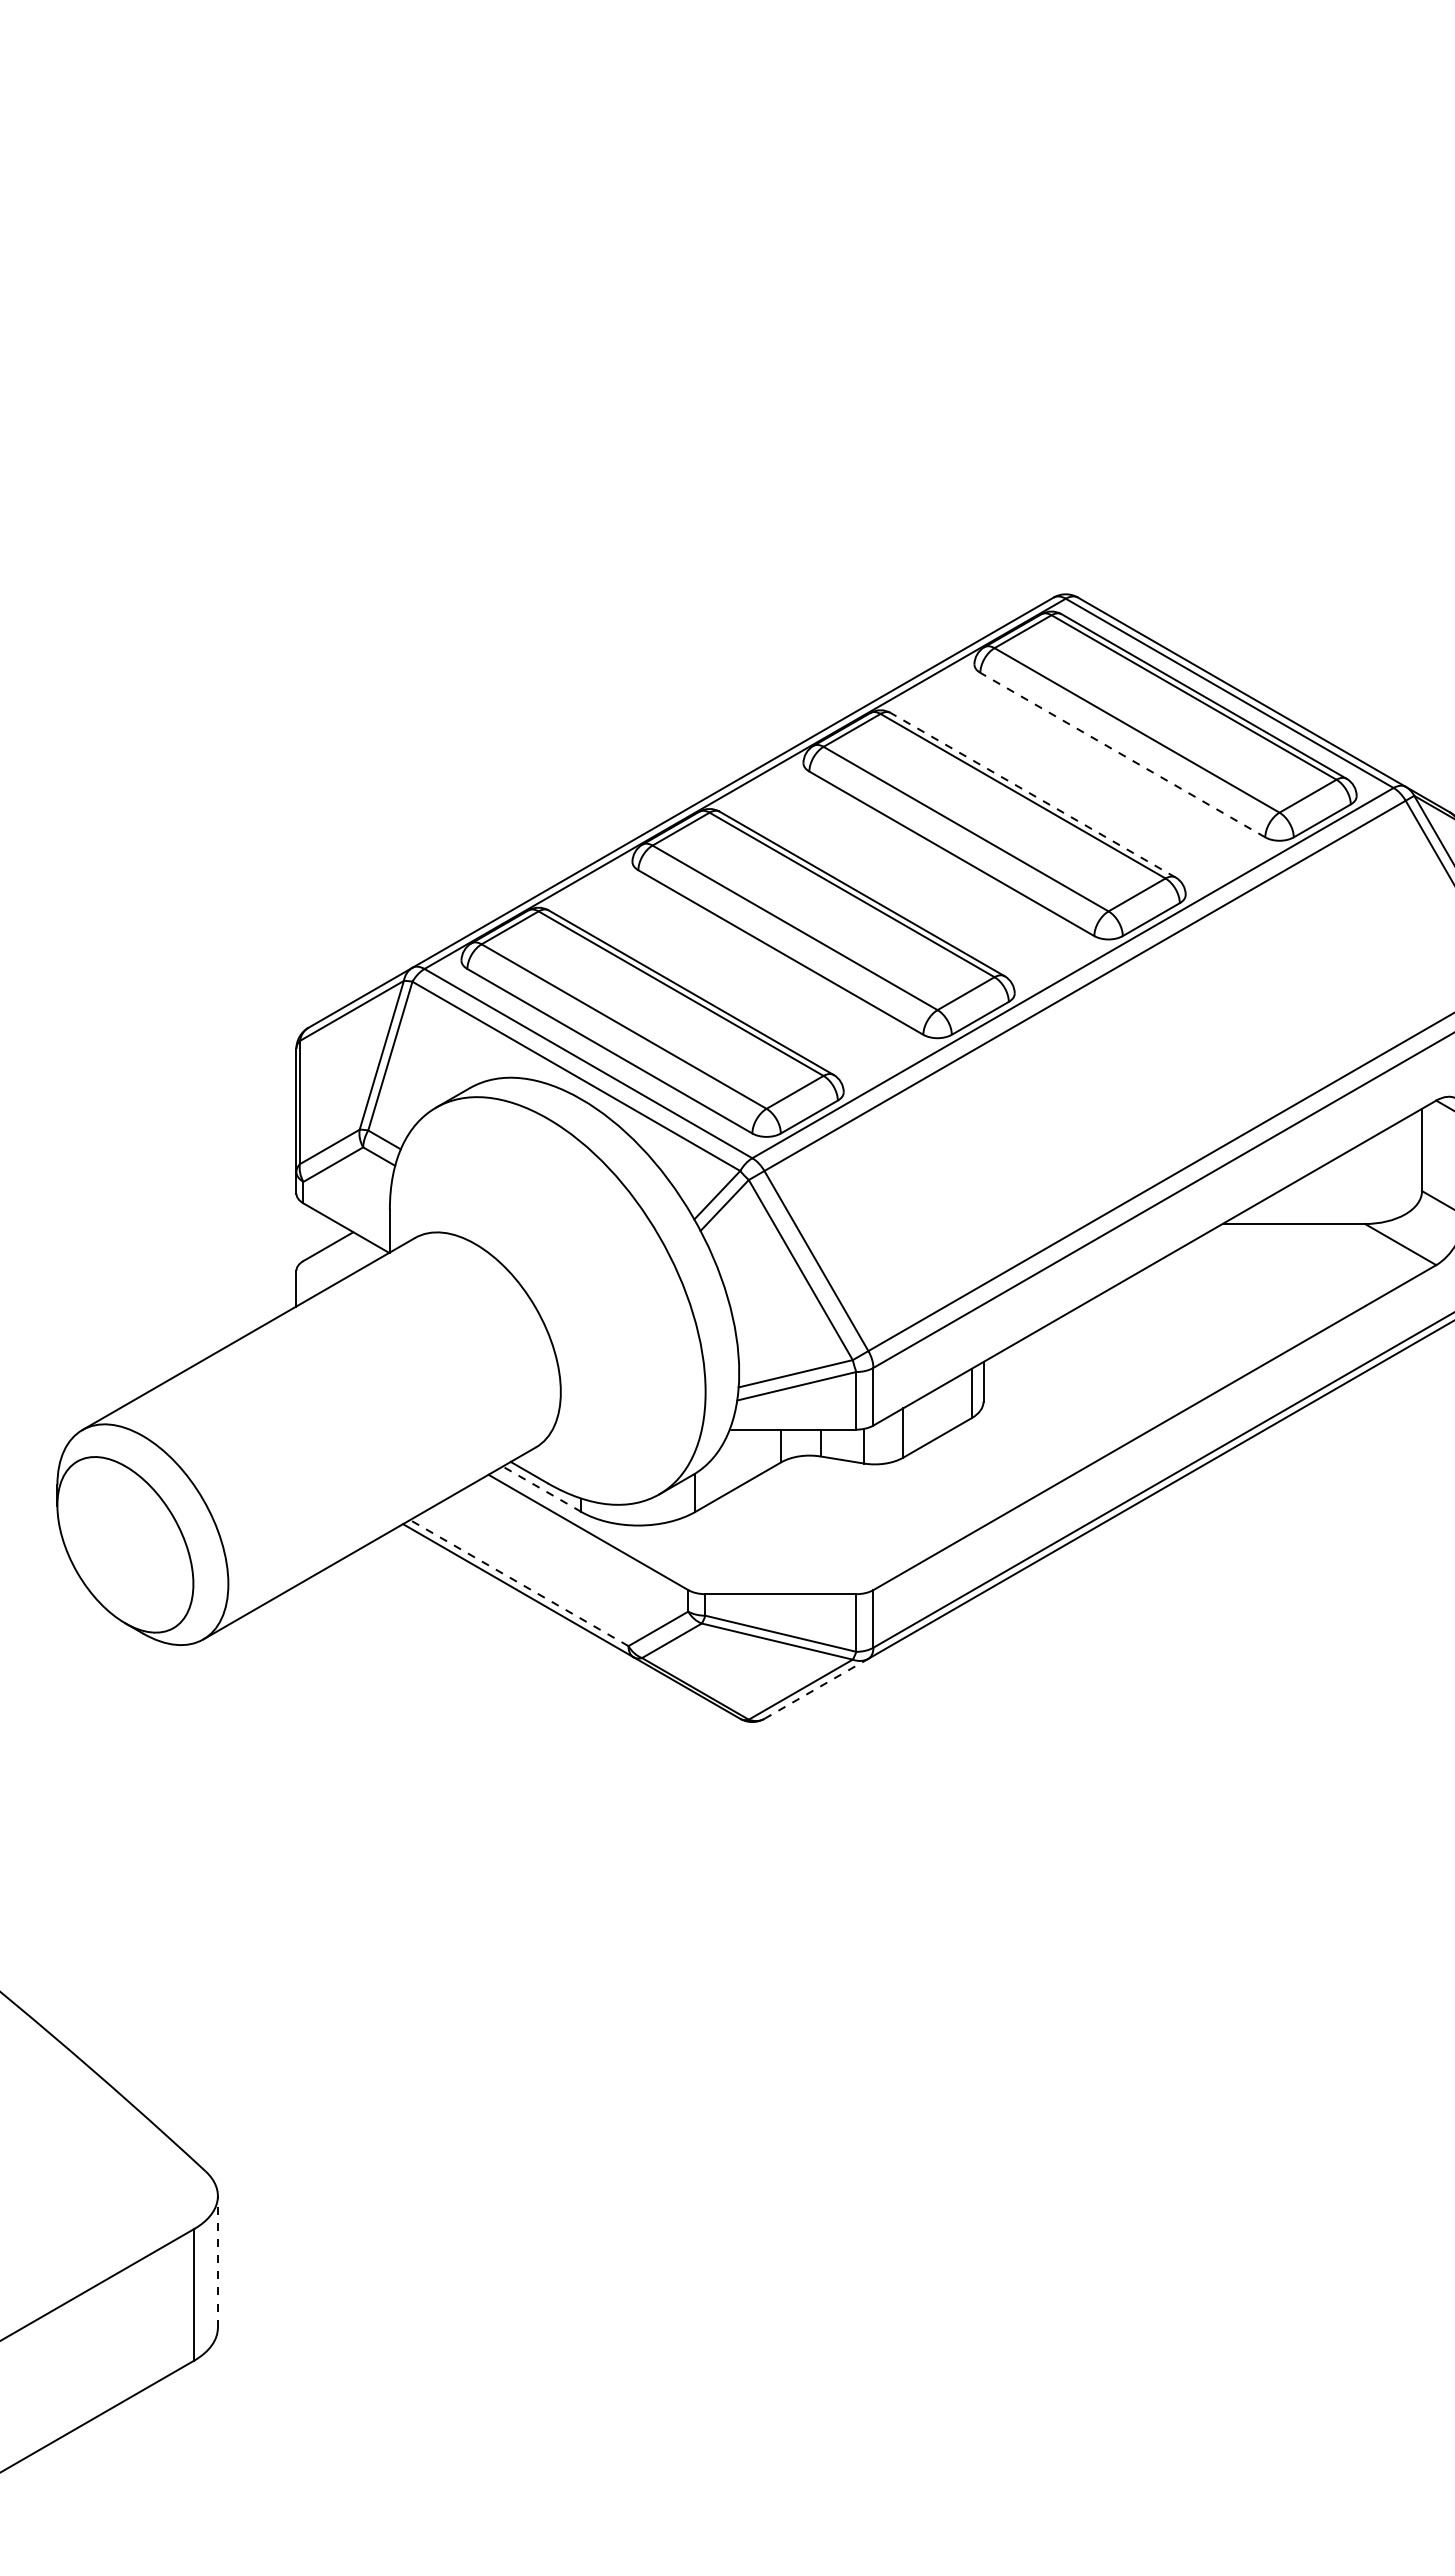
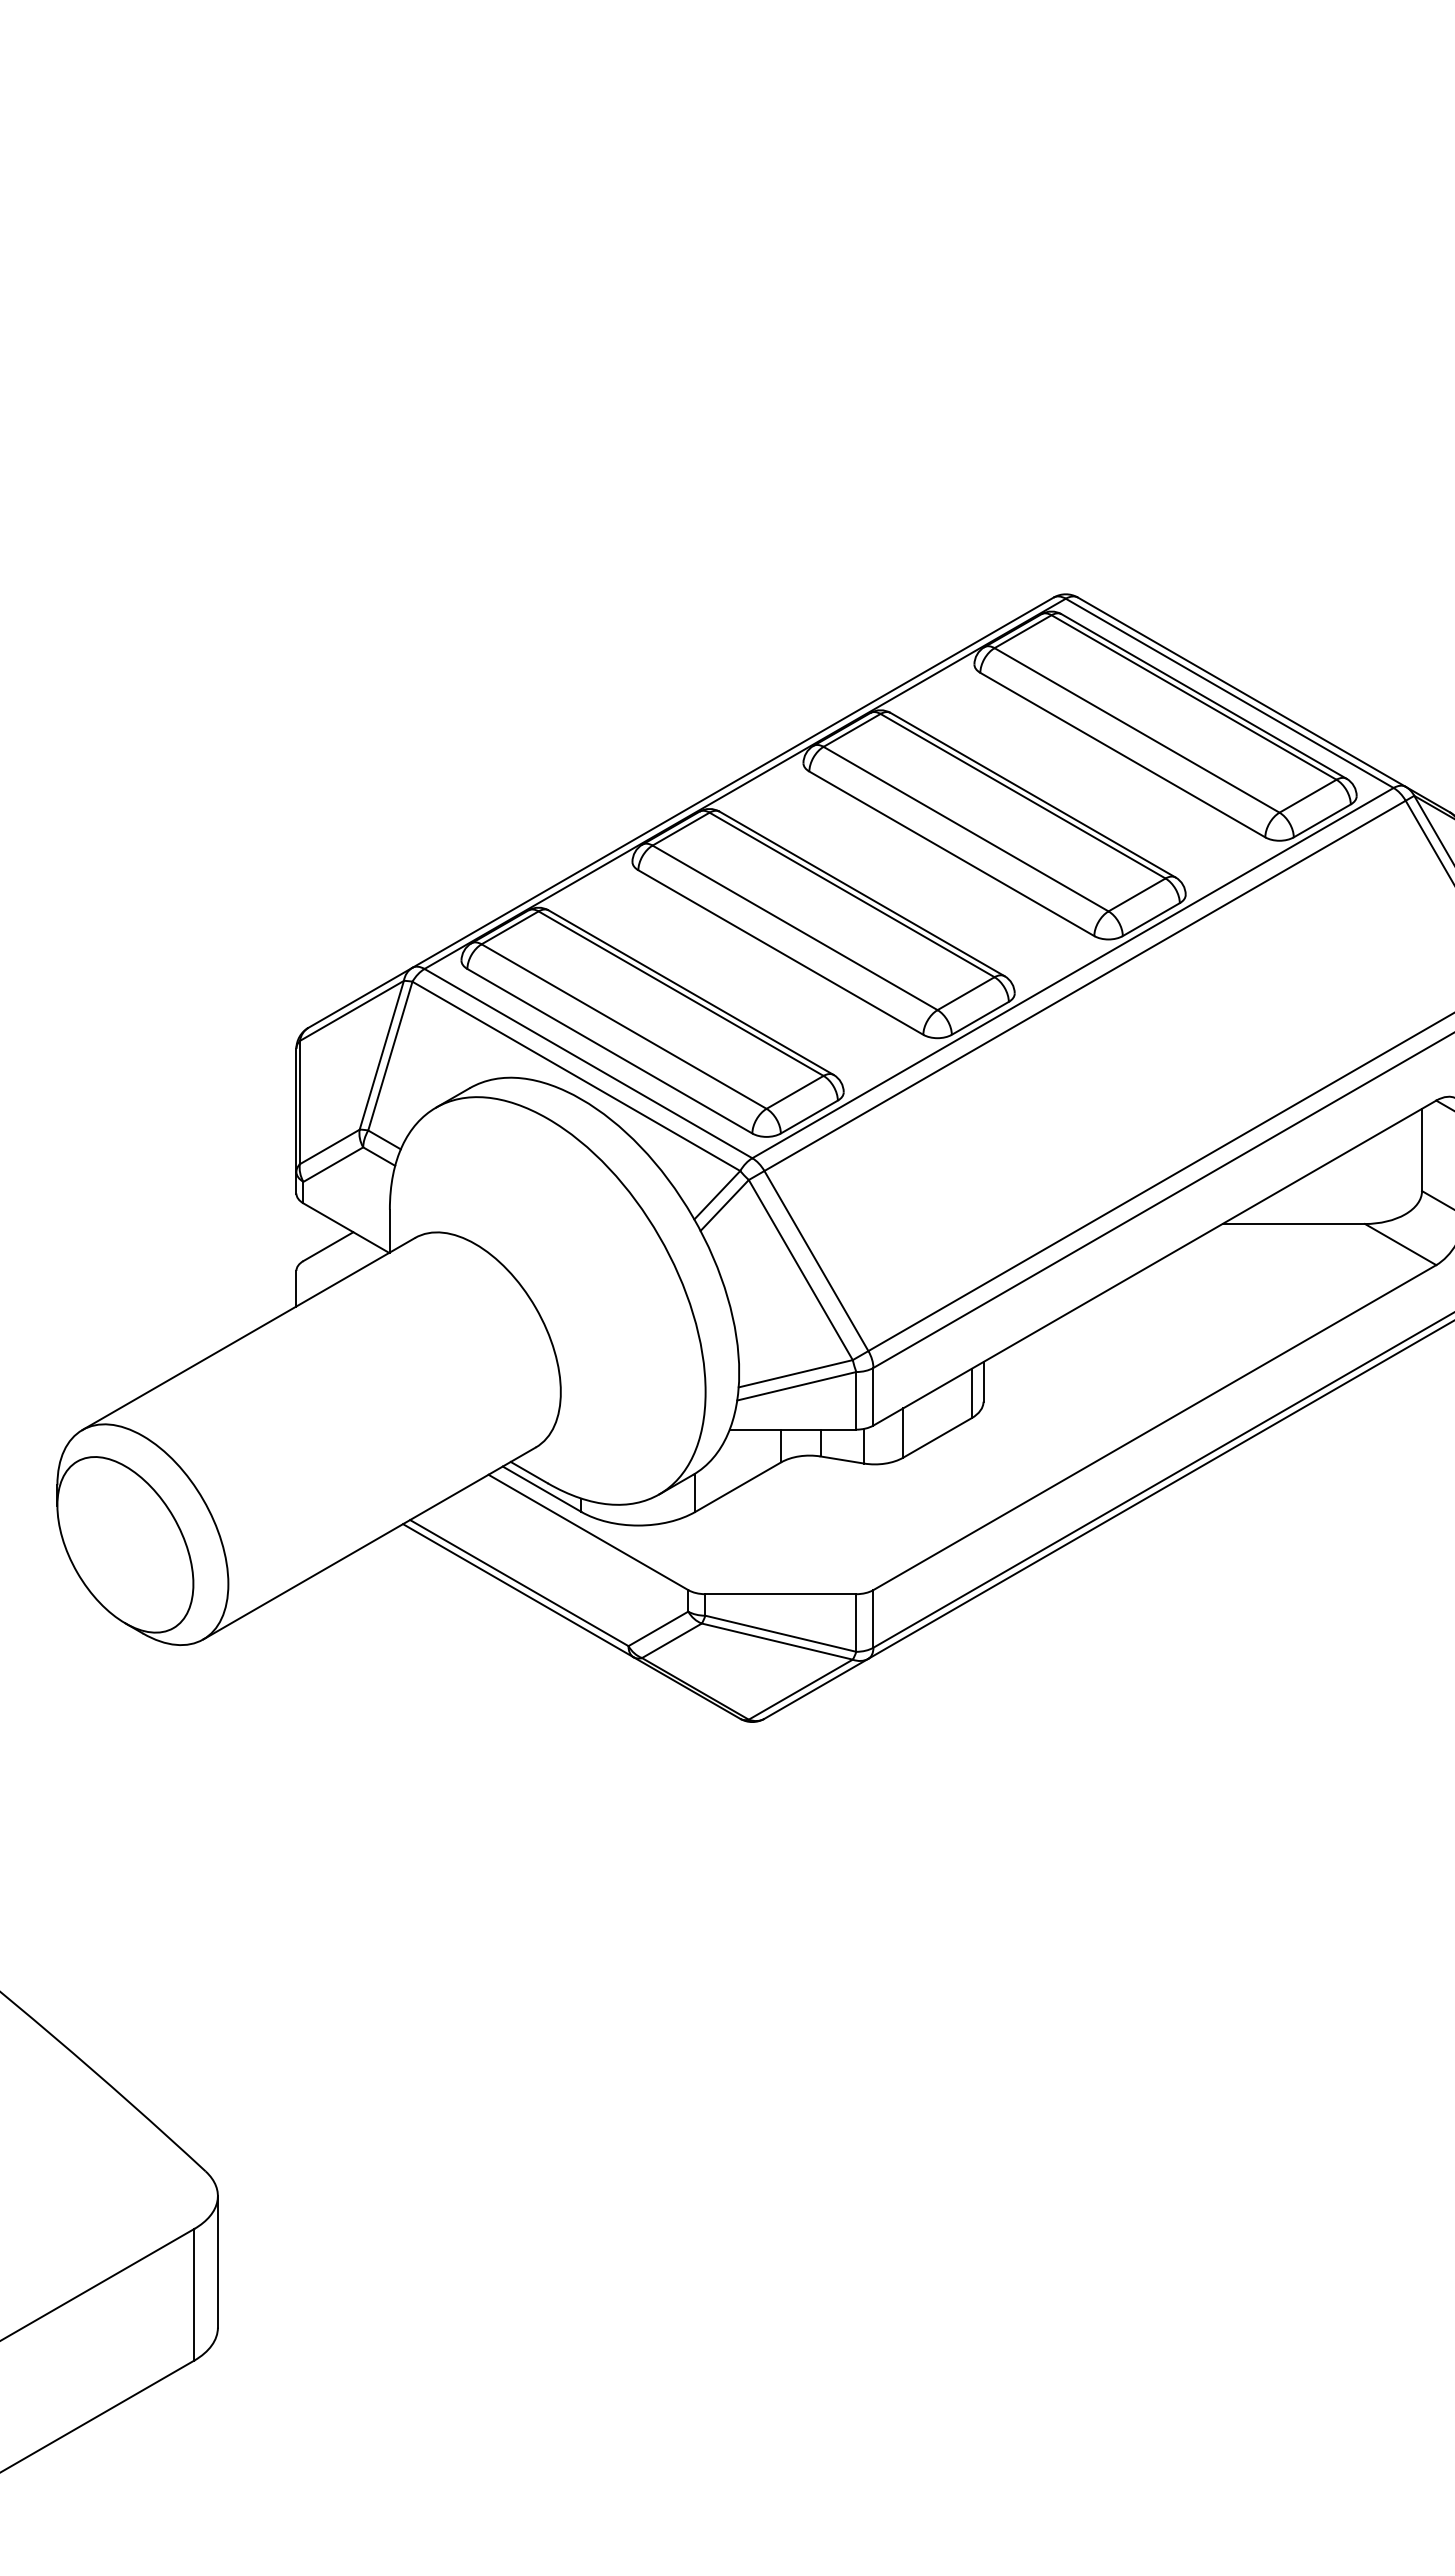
line at (1122, 755): dashed -> solid
line at (1033, 795): dashed -> solid
line at (541, 1489): dashed -> solid
line at (518, 1582): dashed -> solid
line at (816, 1688): dashed -> solid
line at (217, 2261): dashed -> solid
